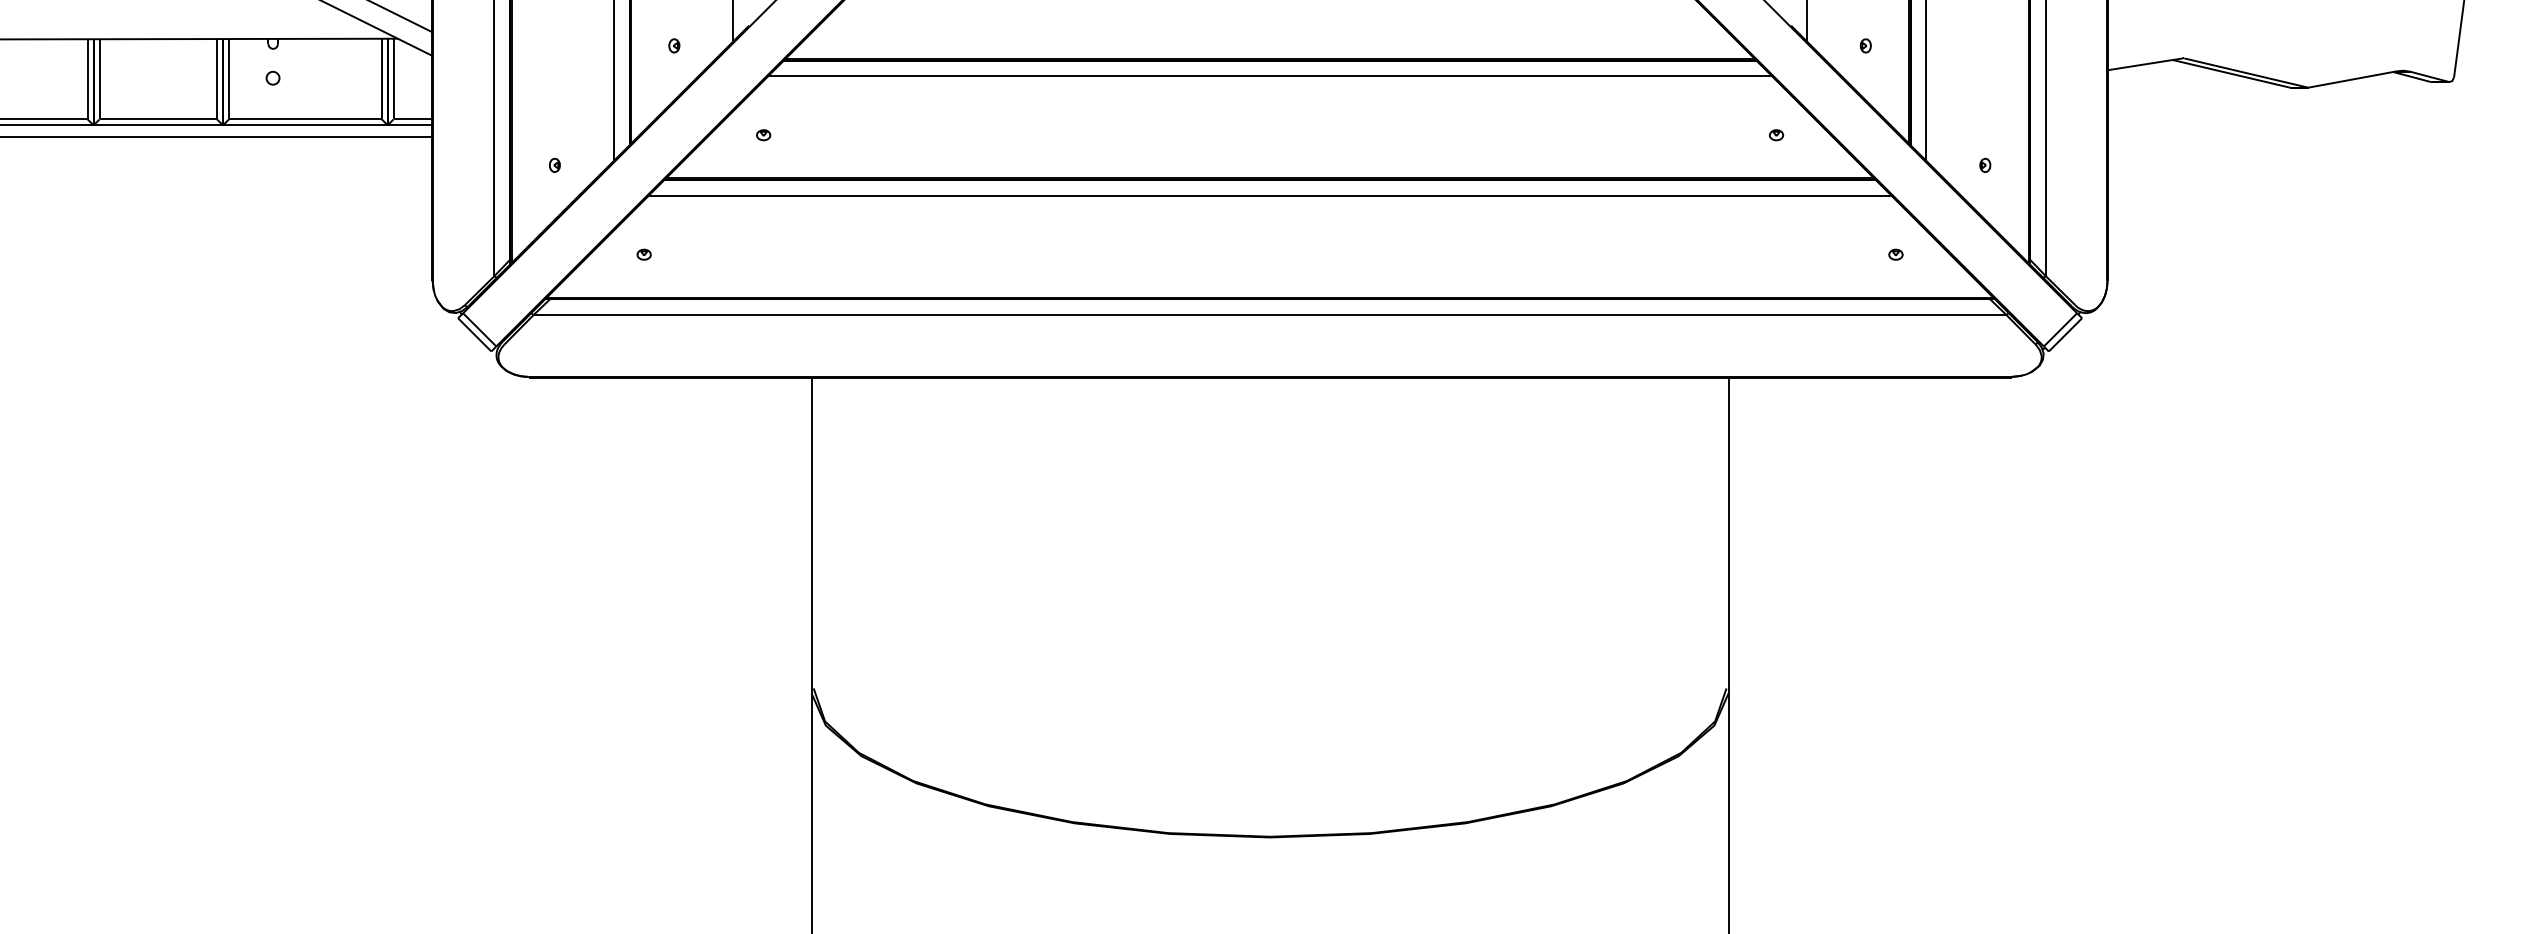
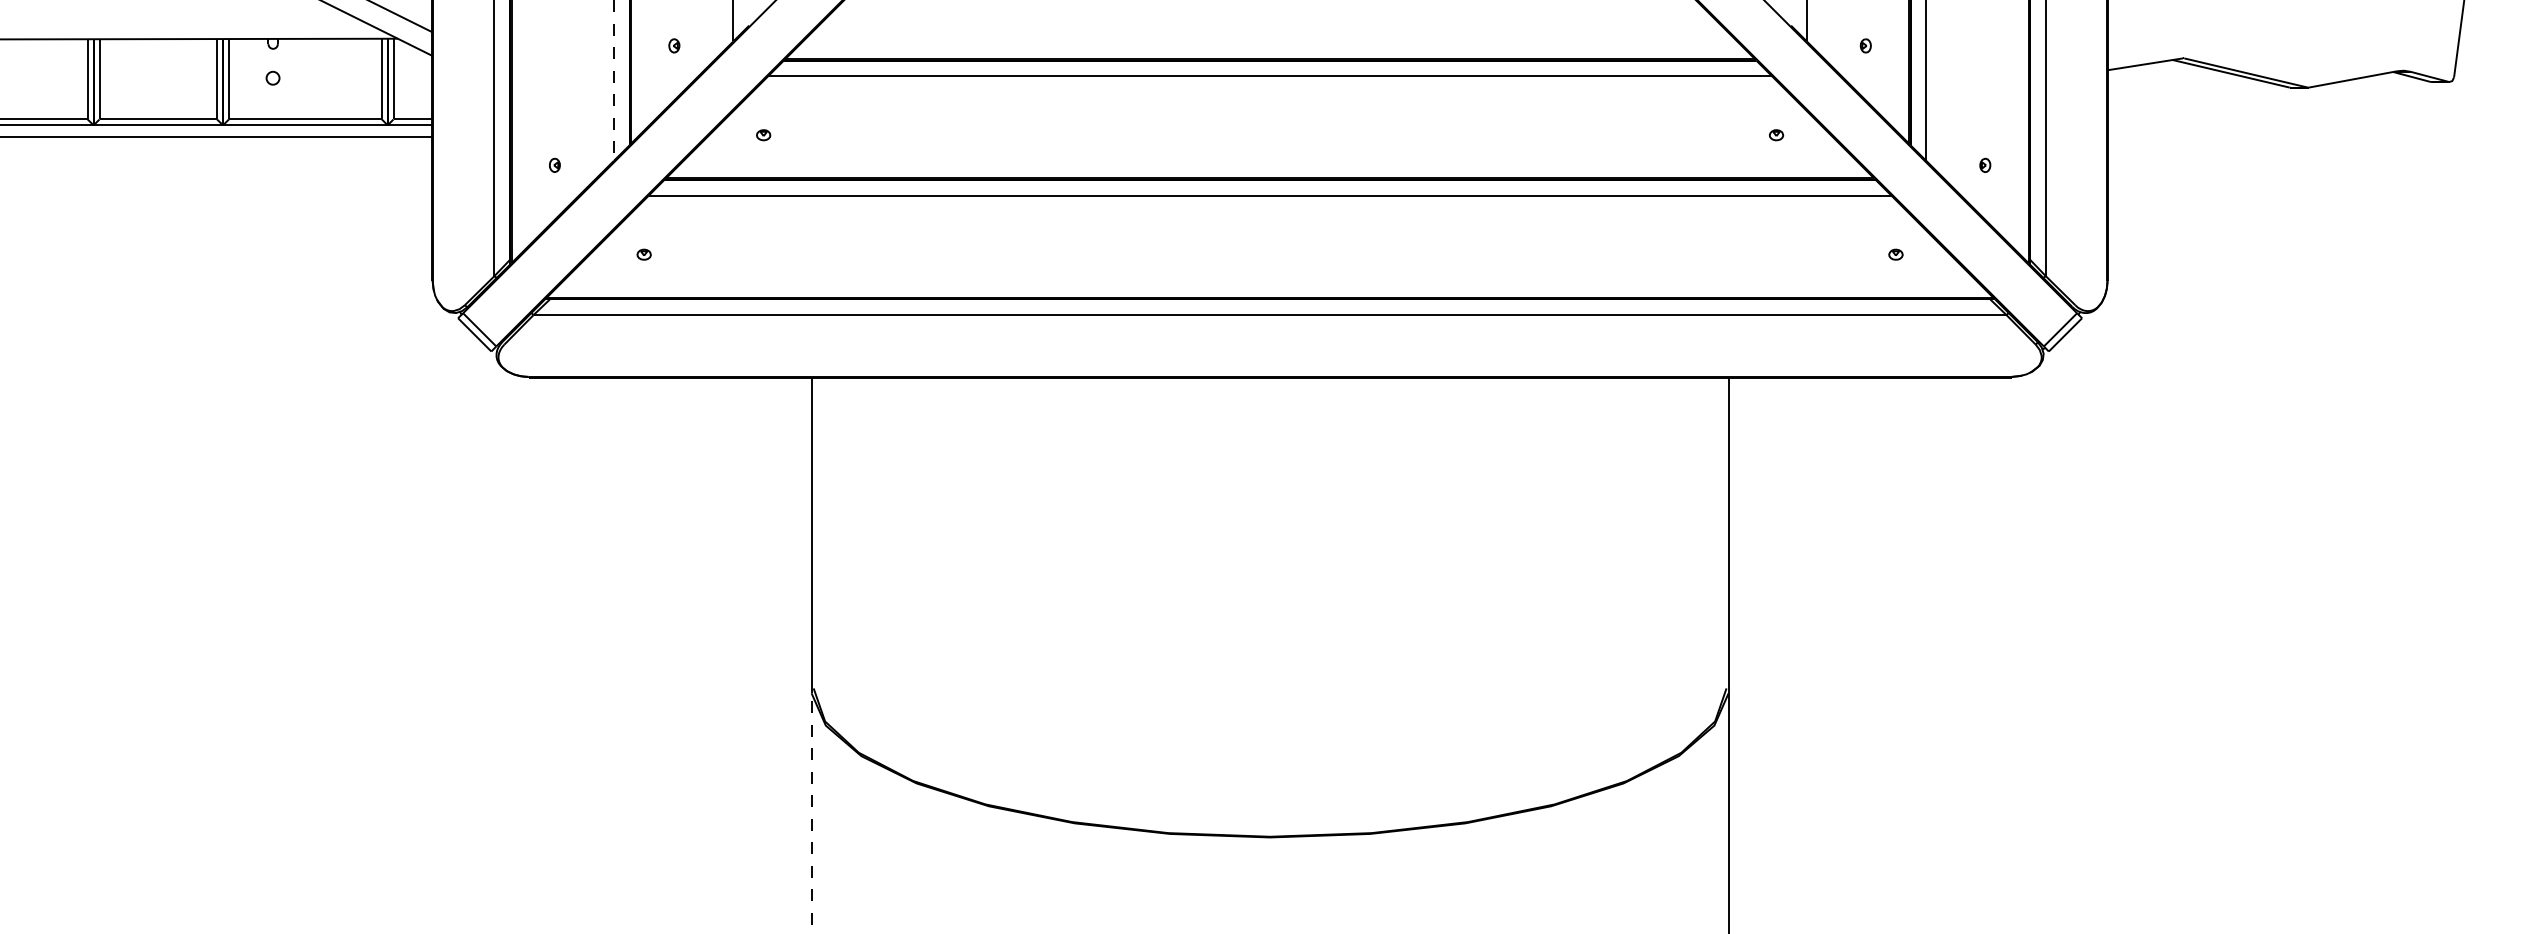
line at (613, 80): solid -> dashed
line at (811, 813): solid -> dashed
